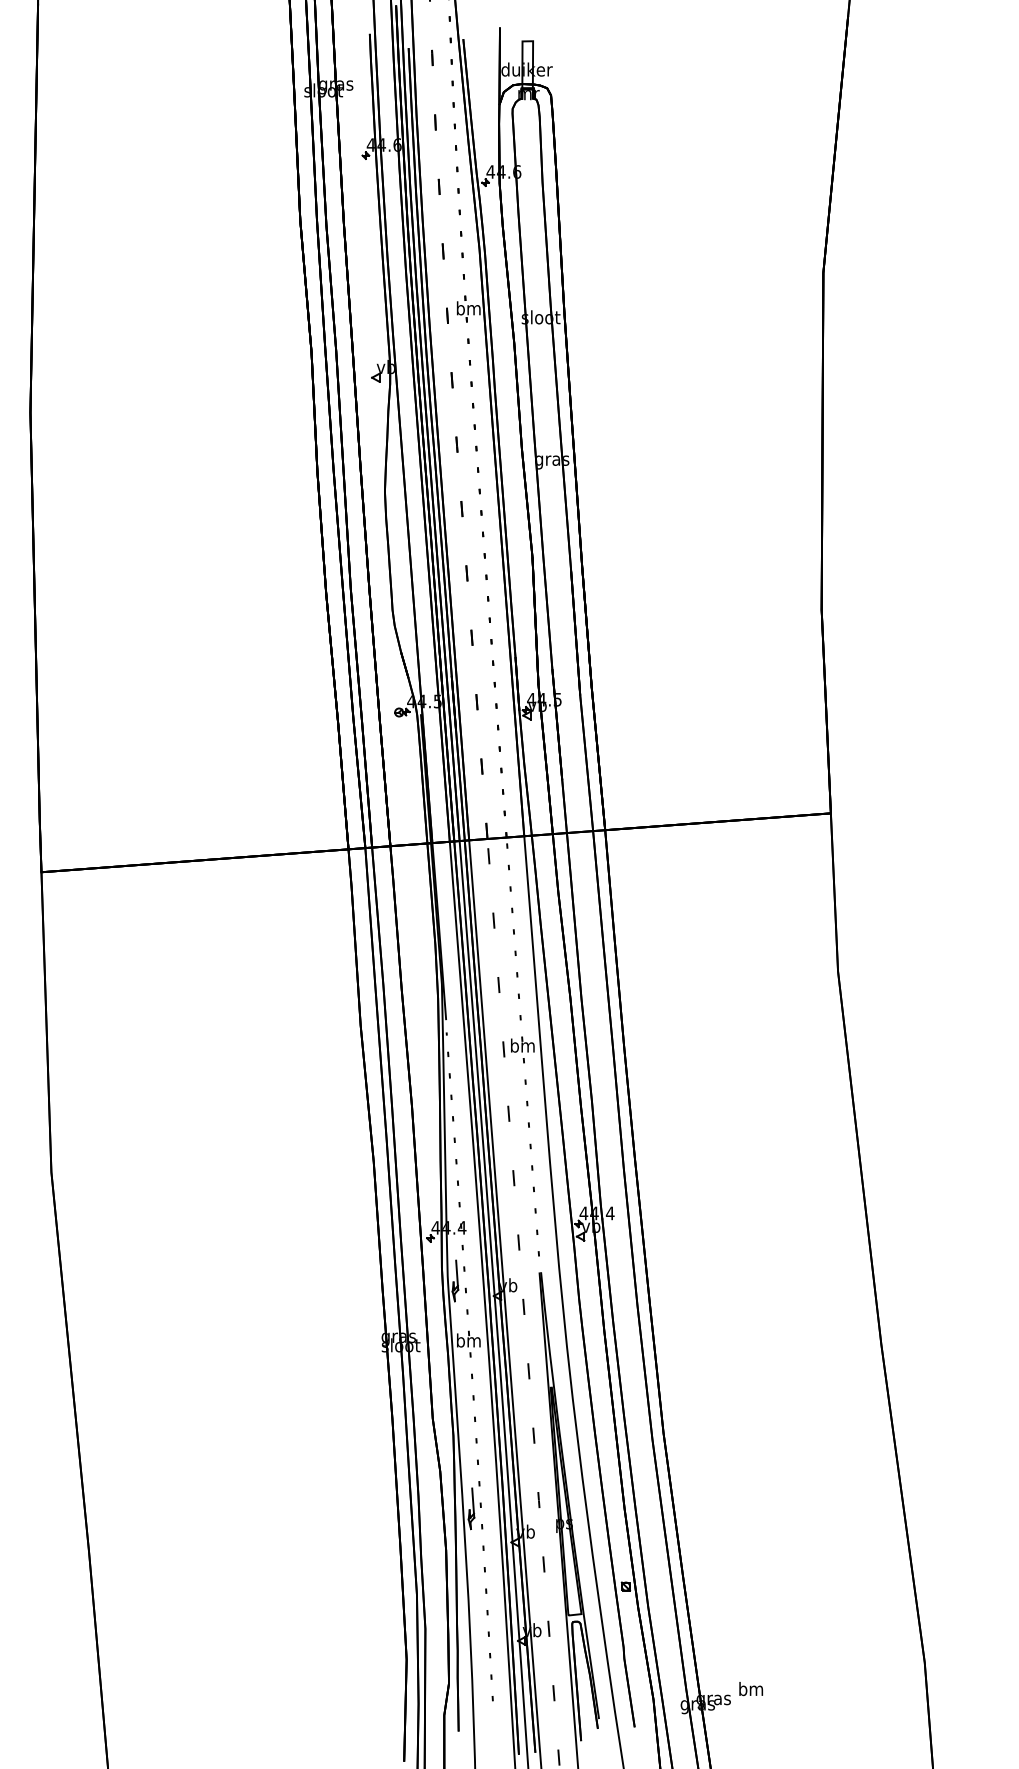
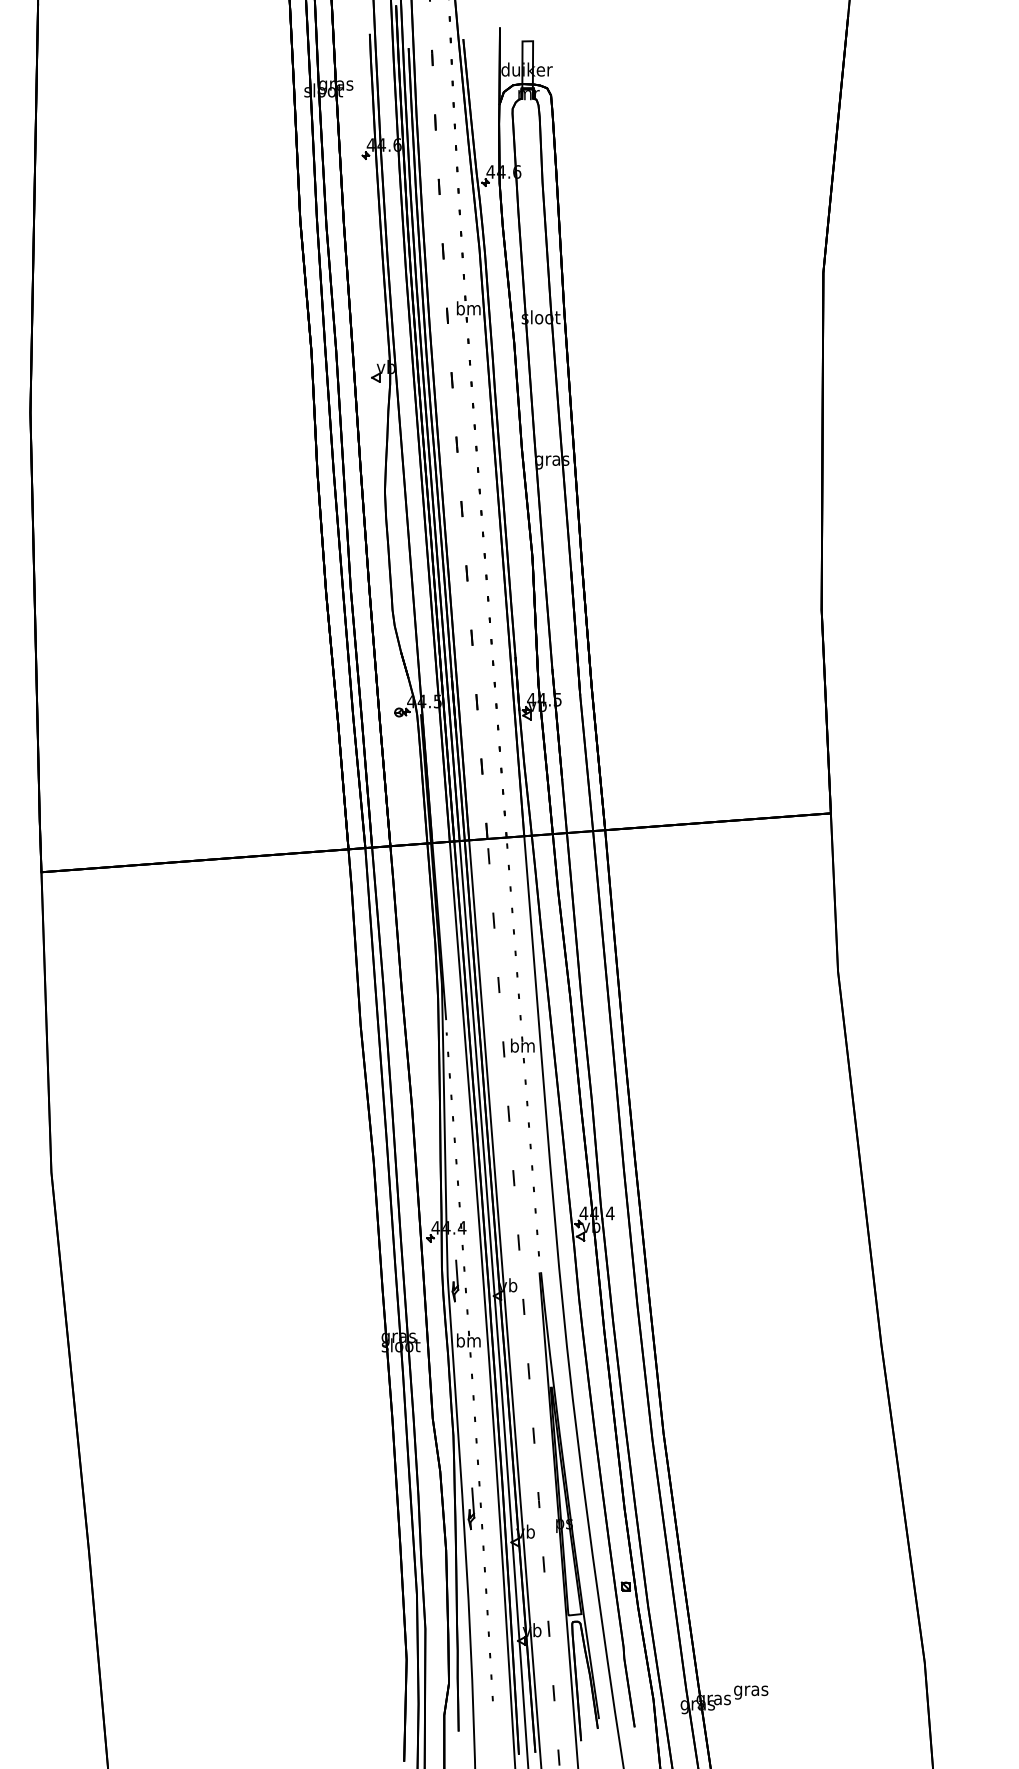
text at (751, 1690): bm -> gras
